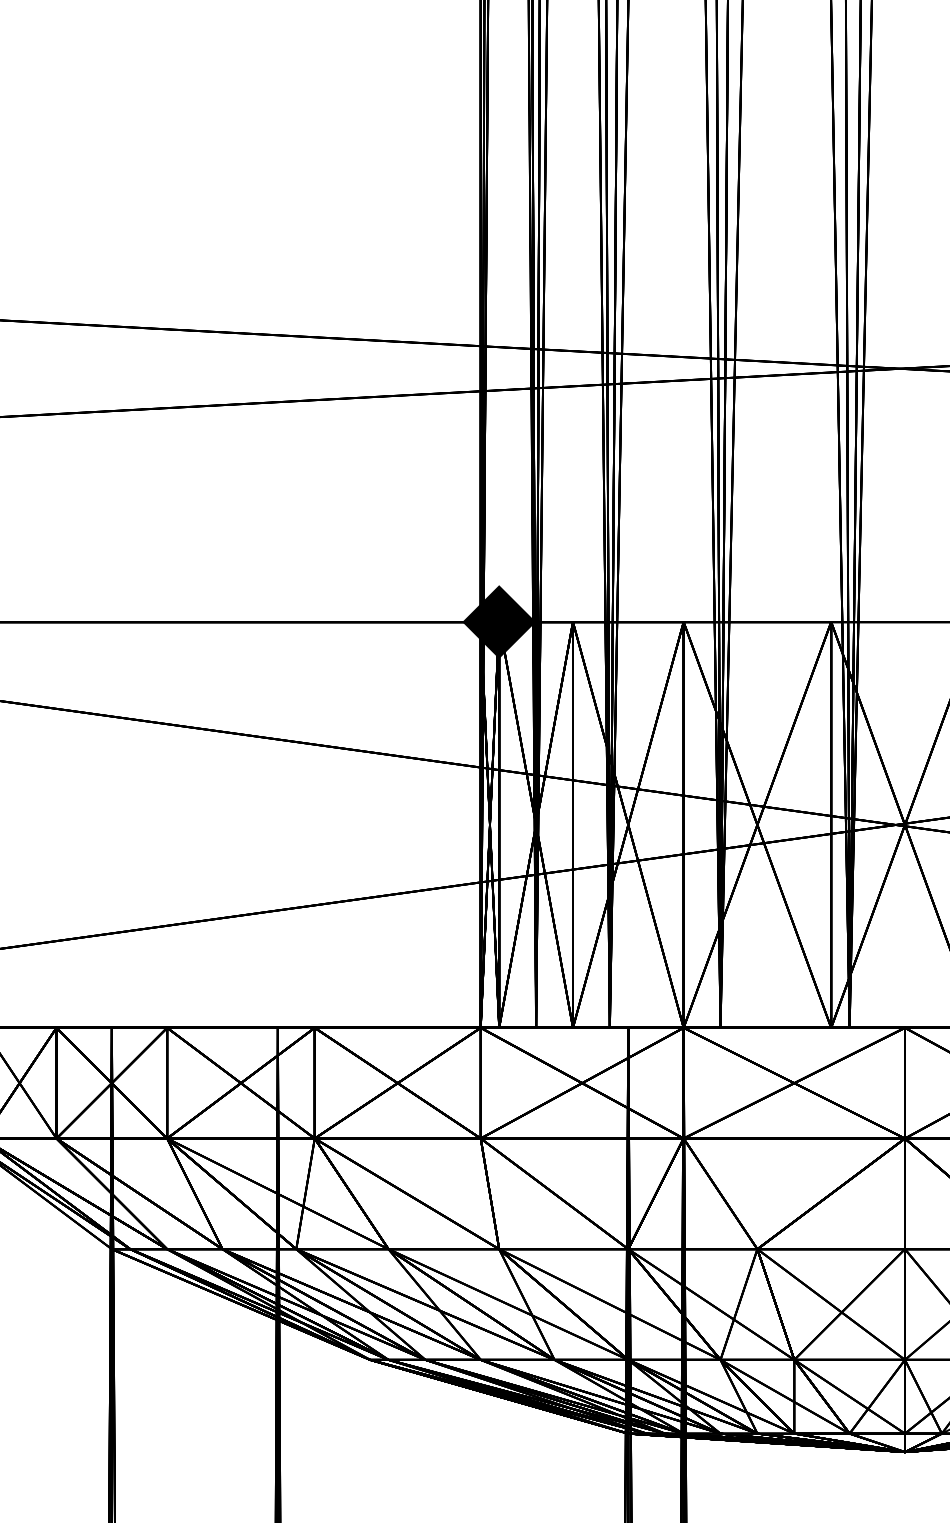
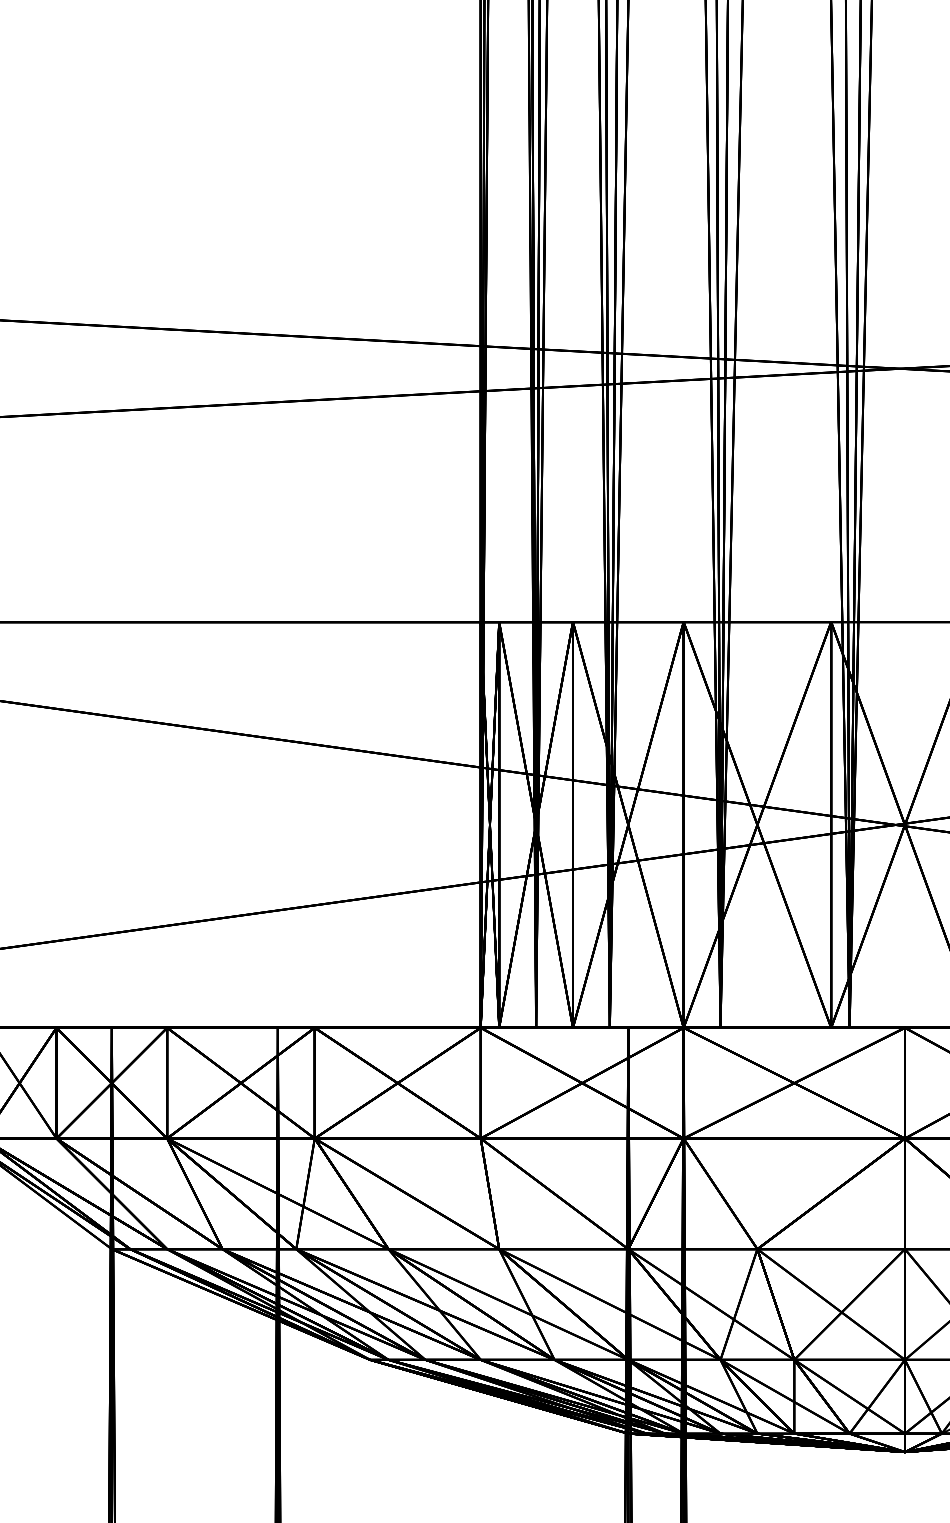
fill at (499, 621): present -> none
